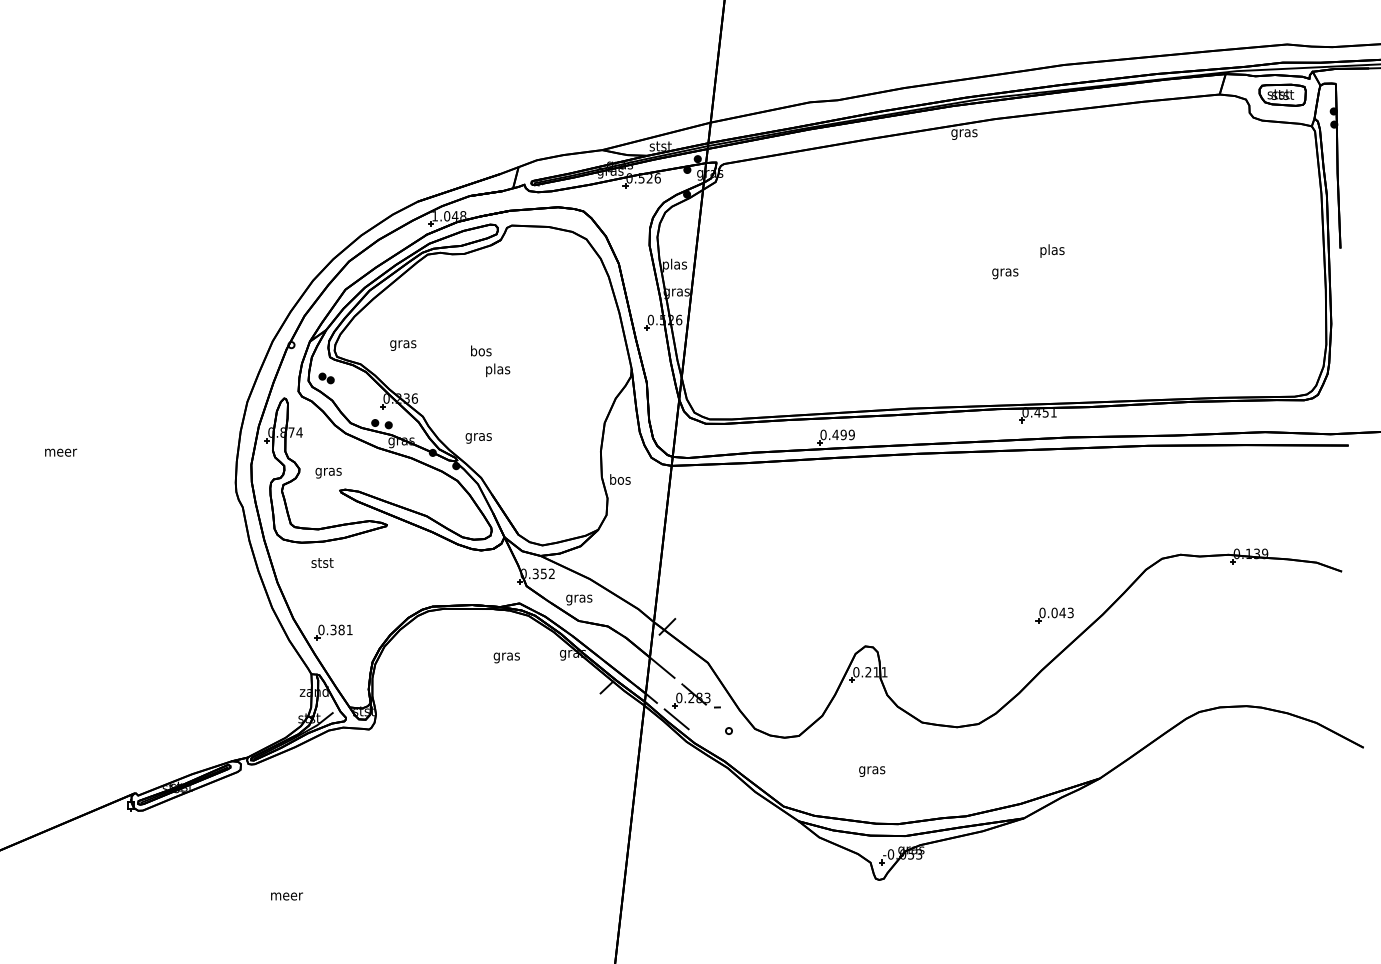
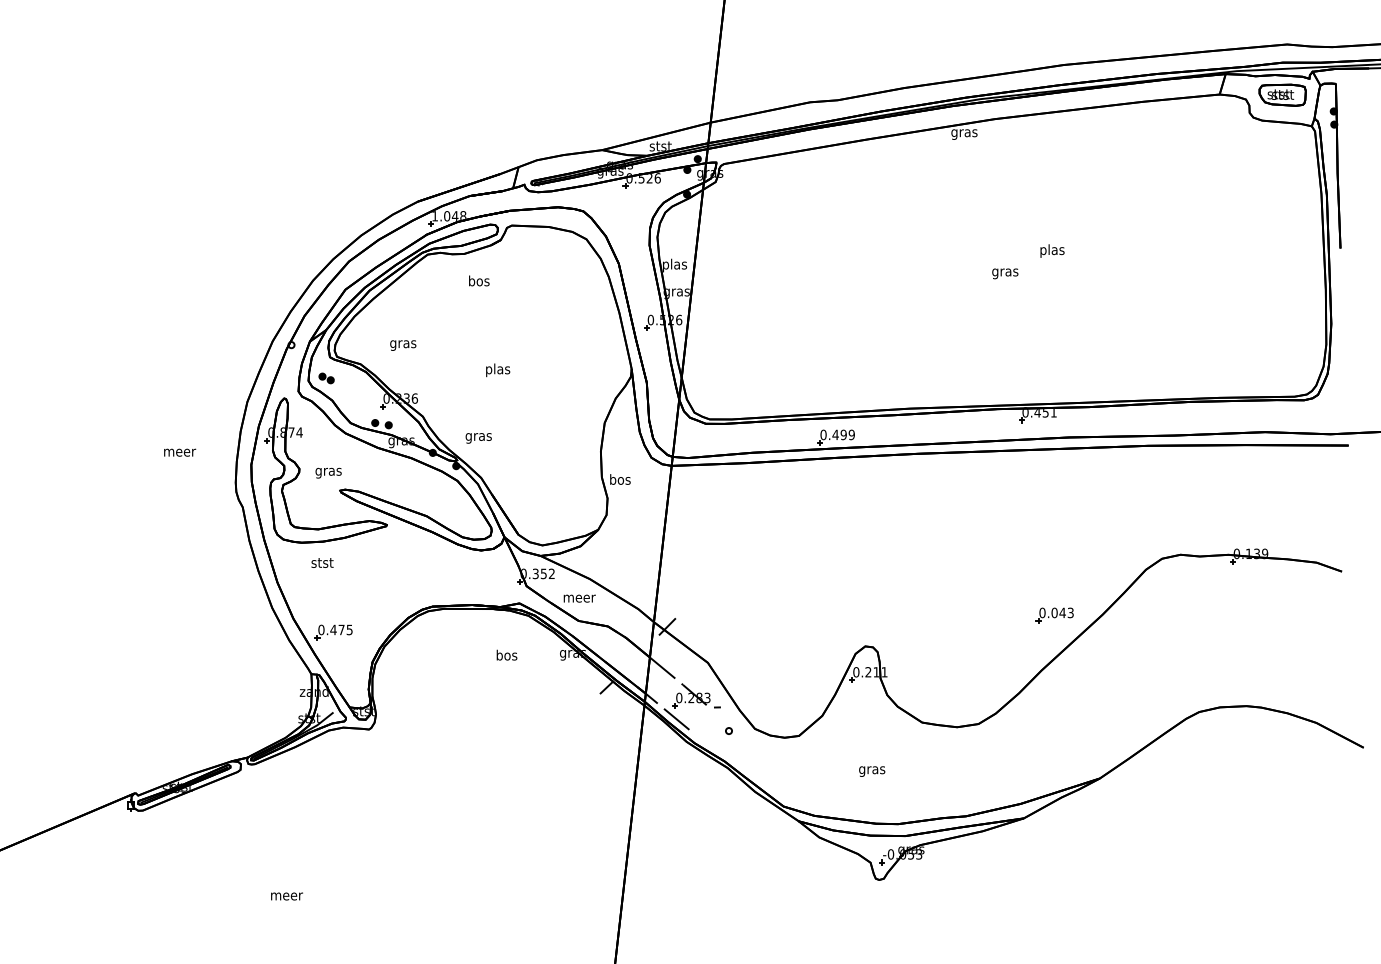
text at (481, 350) position: (481, 350) -> (479, 280)
text at (61, 452) position: (61, 452) -> (180, 452)
text at (579, 599): gras -> meer
text at (341, 629): 0.381 -> 0.475
text at (506, 656): gras -> bos
